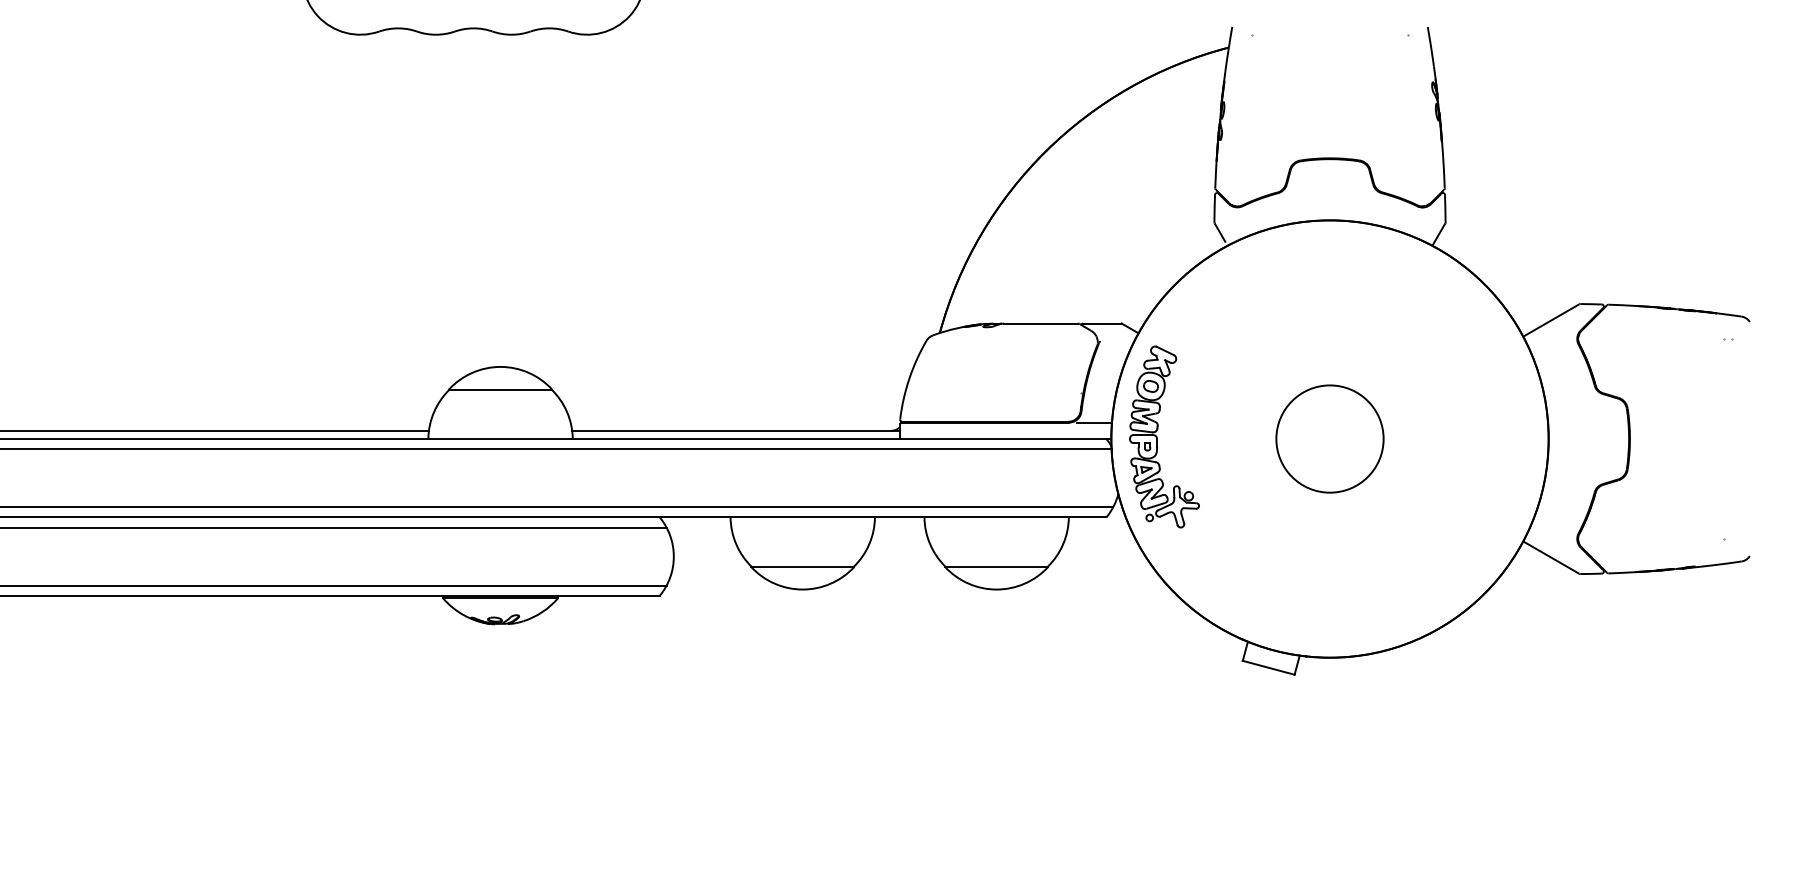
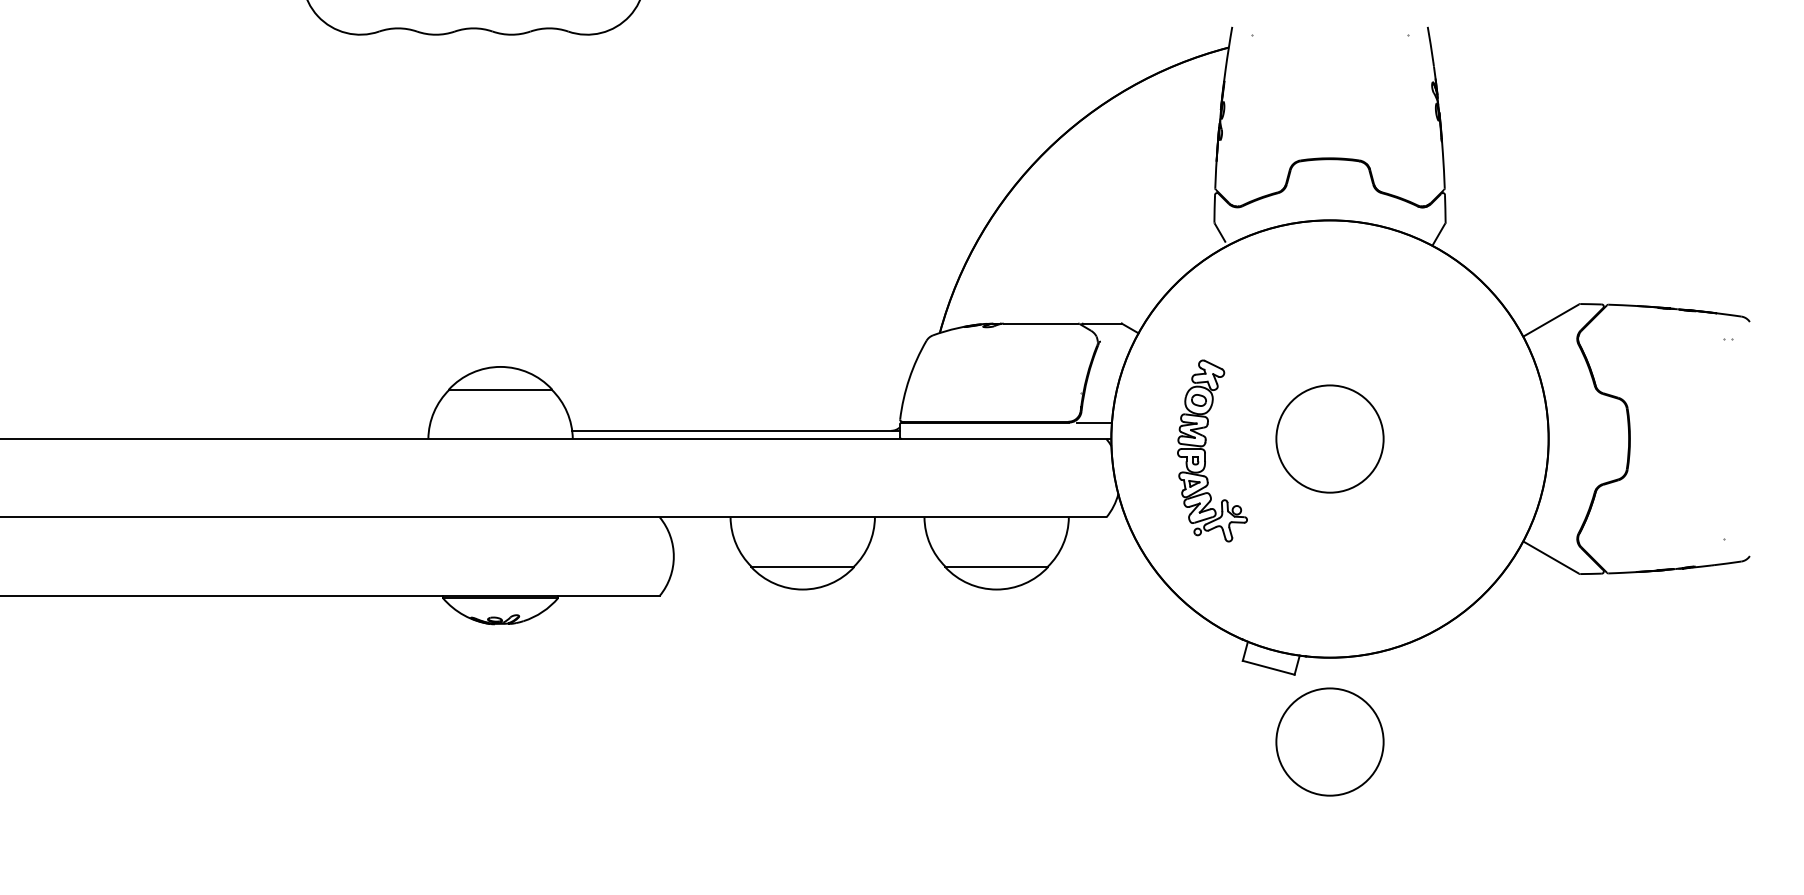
line at (215, 430): present -> none
part at (1157, 436) position: (1157, 436) -> (1205, 450)
line at (556, 449): present -> none
line at (557, 507): present -> none
line at (334, 527): present -> none
line at (334, 585): present -> none
circle at (1329, 741): none -> present
